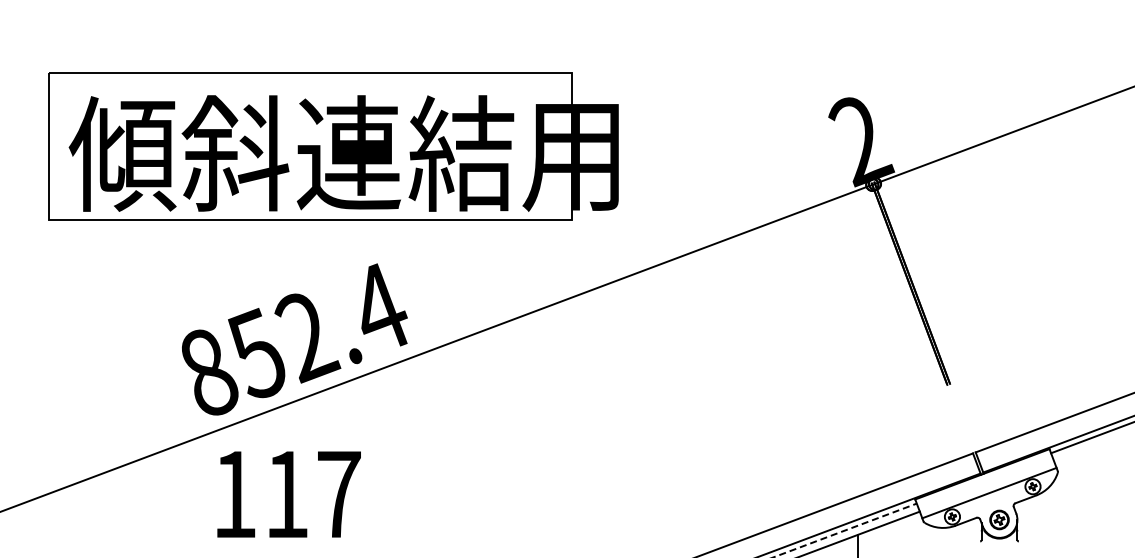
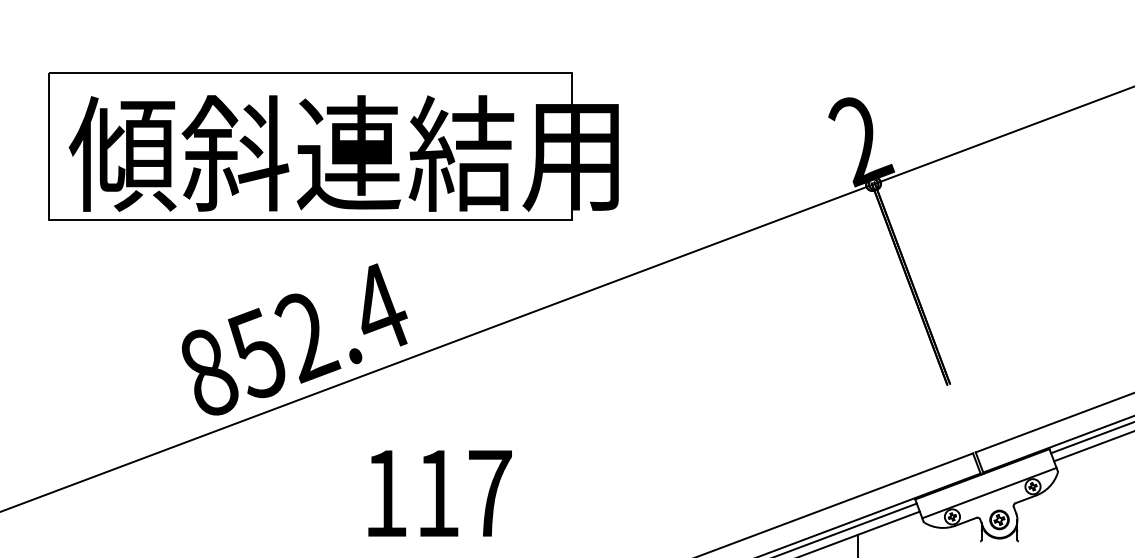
line at (1092, 446): none -> present
text at (288, 494) position: (288, 494) -> (439, 493)
line at (844, 530): dashed -> solid
